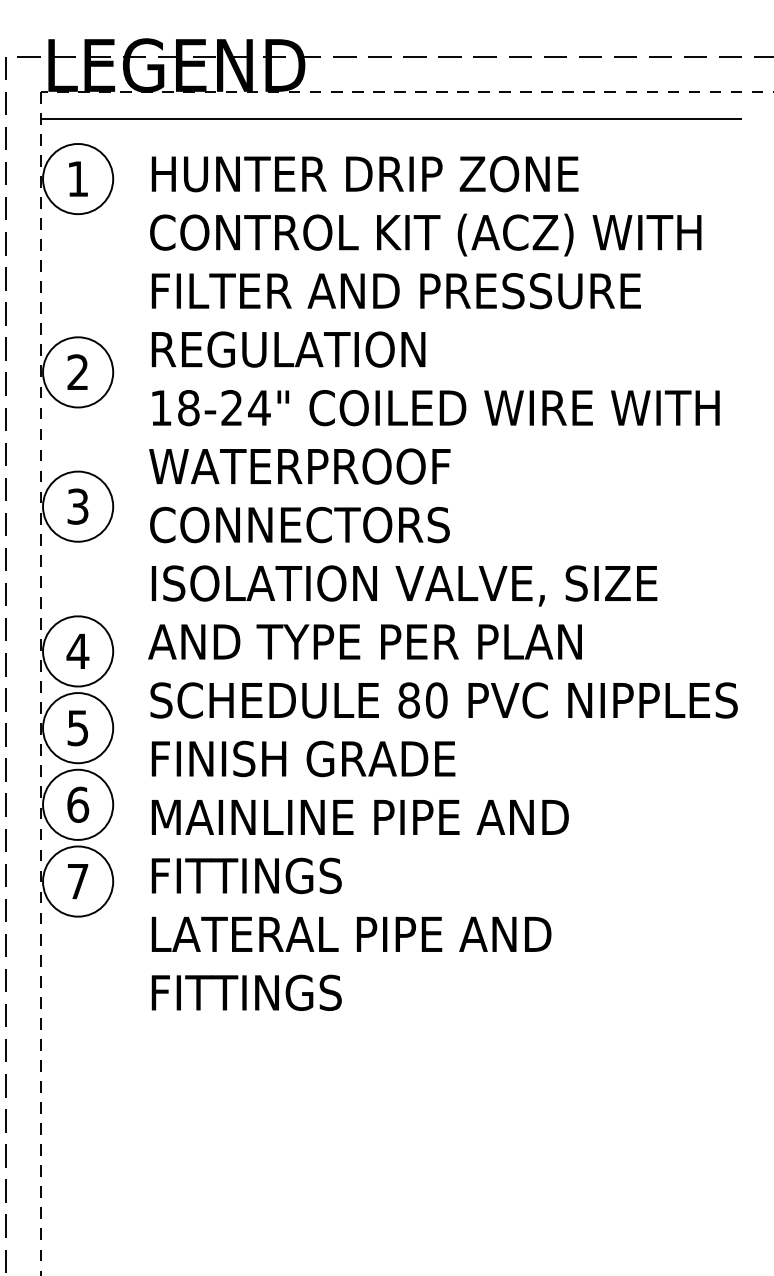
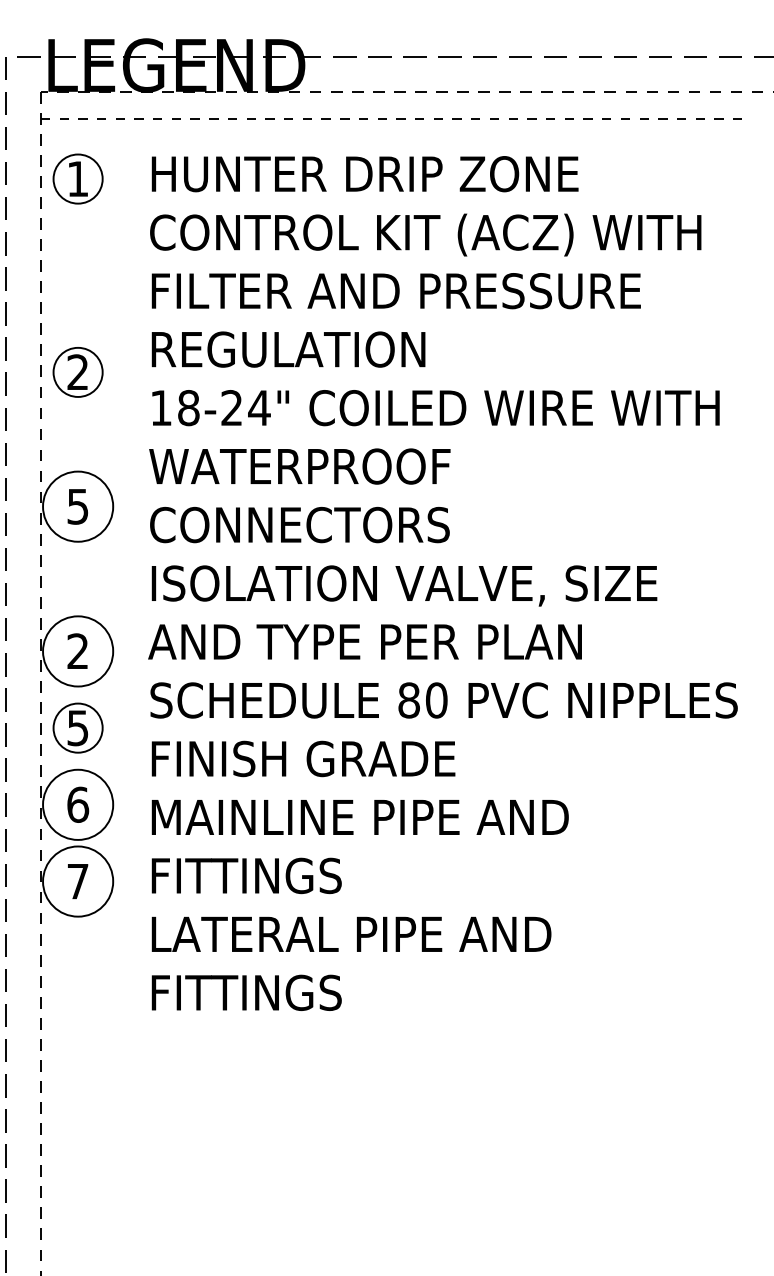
line at (391, 119): solid -> dashed
circle at (78, 179) diameter: 70 px -> 49 px
circle at (78, 372) diameter: 70 px -> 49 px
text at (78, 506): 3 -> 5
text at (77, 650): 4 -> 2
circle at (78, 728) diameter: 70 px -> 49 px
